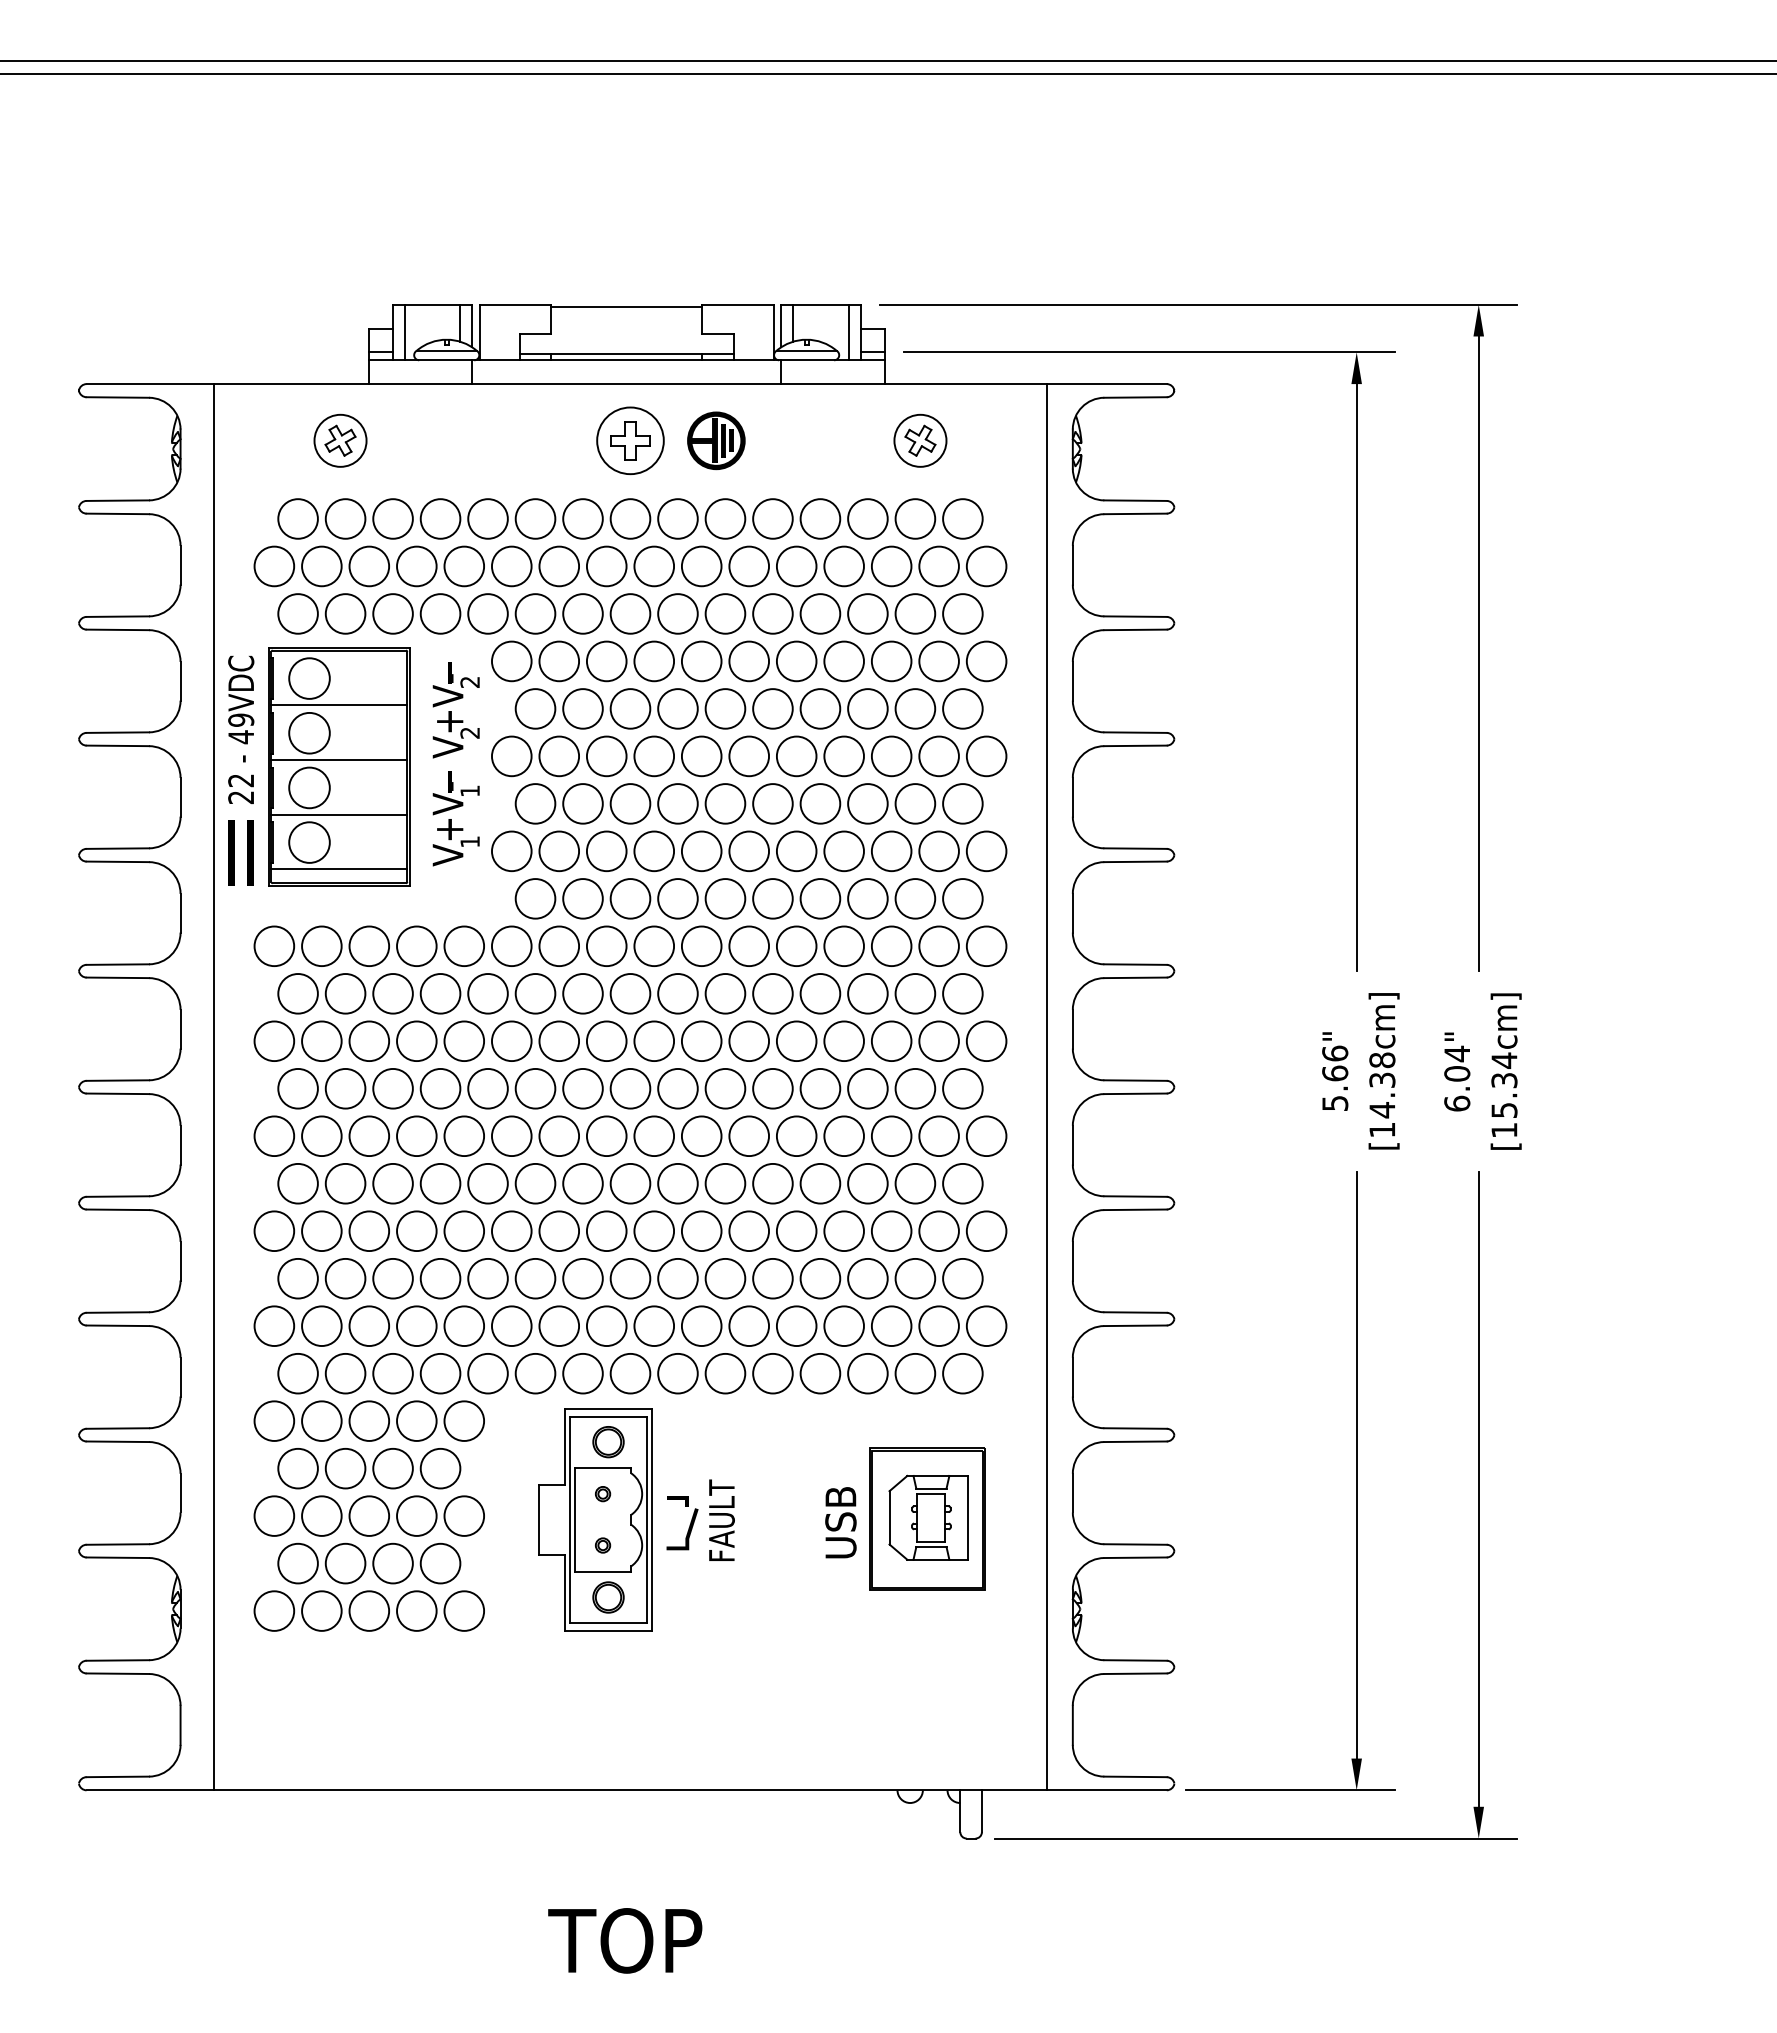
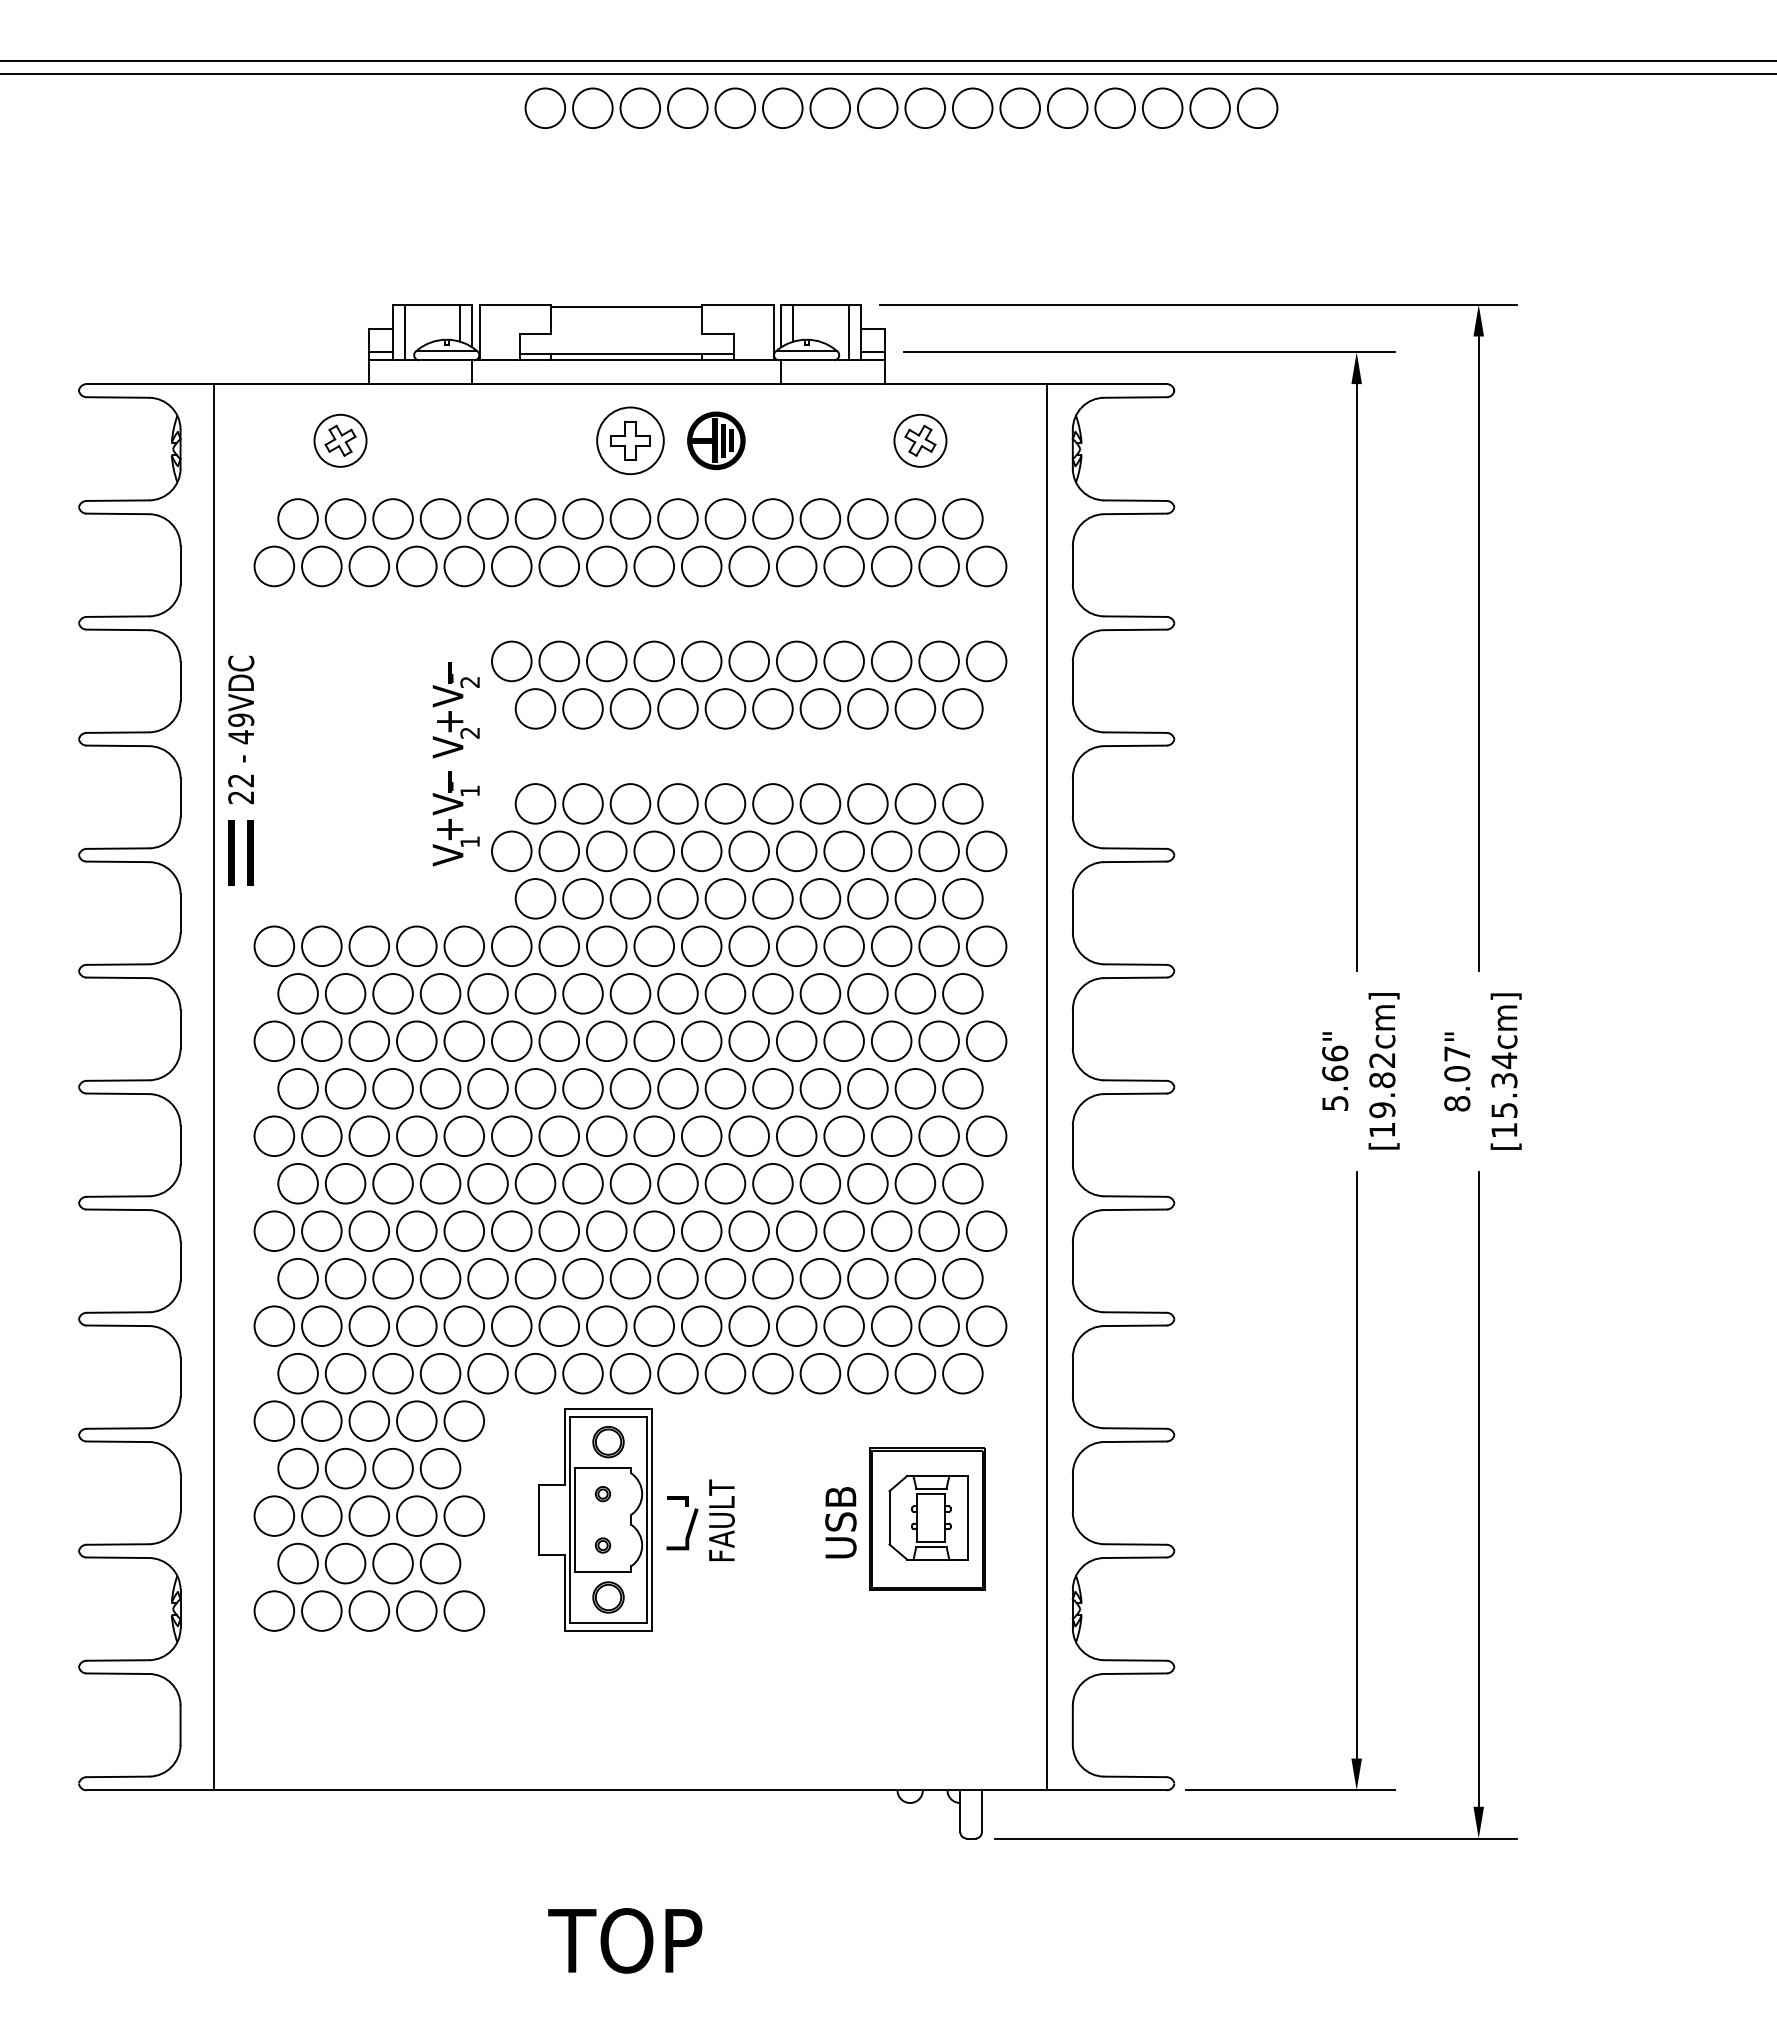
part at (901, 107): none -> present
part at (630, 613): present -> none
part at (749, 756): present -> none
part at (339, 766): present -> none
text at (1457, 1078): 6.04" -> 8.07"
text at (1382, 1085): [14.38cm] -> [19.82cm]
